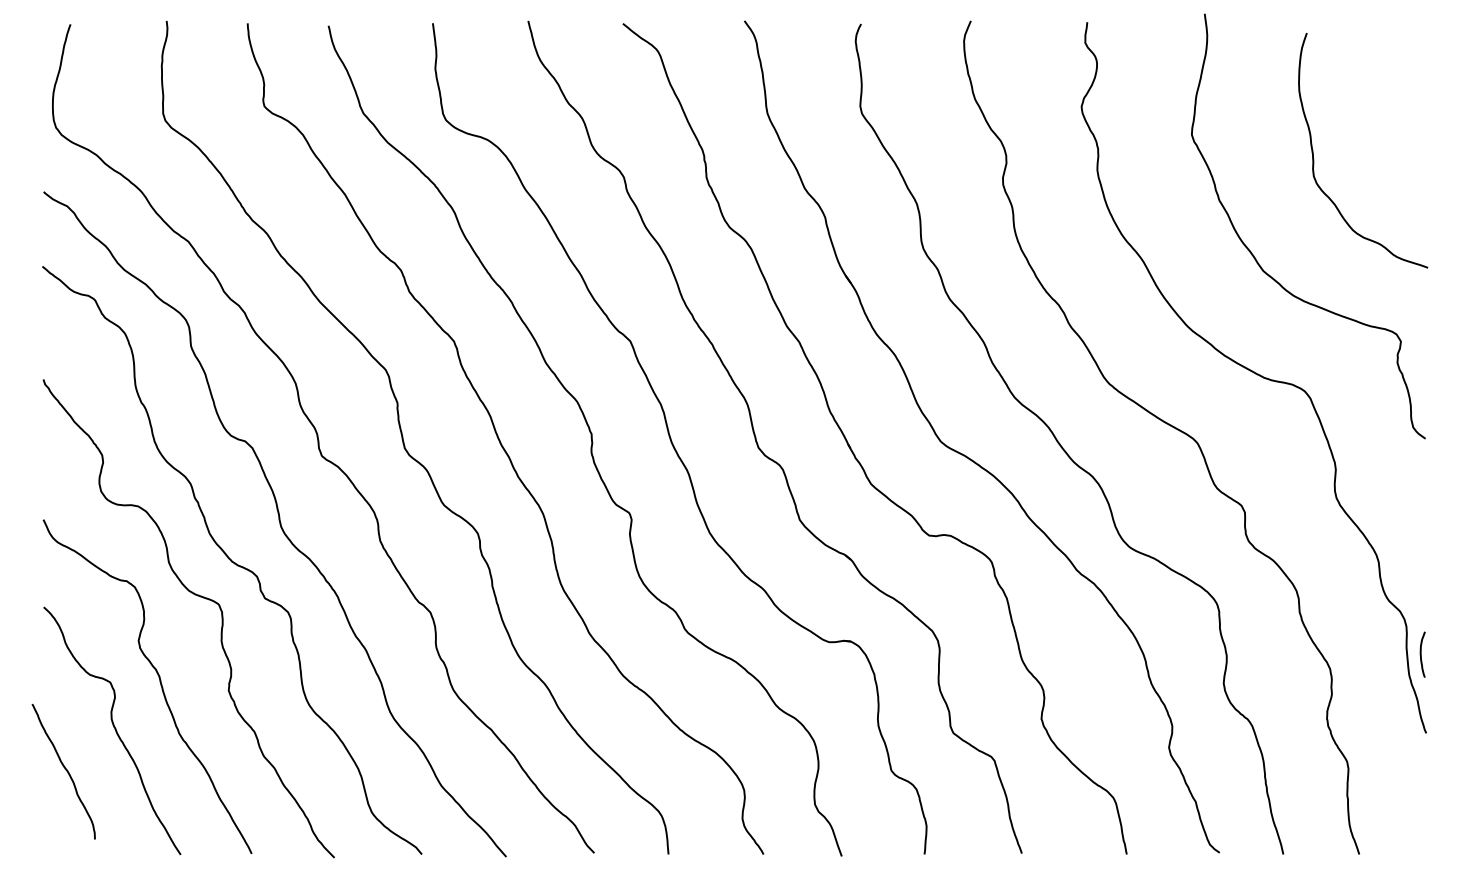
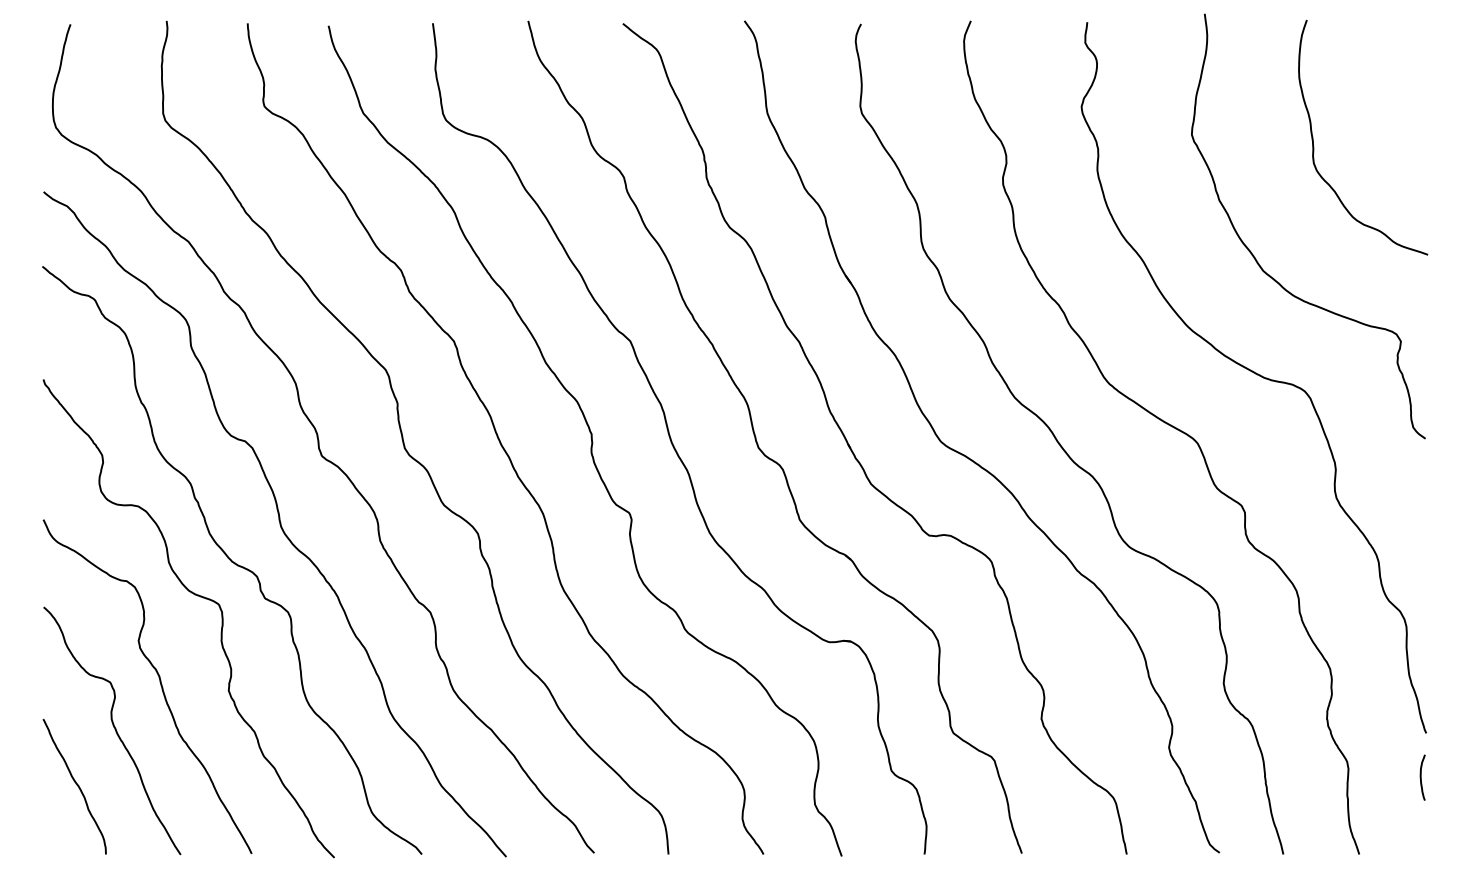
curve at (1314, 159) position: (1314, 159) -> (1314, 146)
curve at (1421, 654) position: (1421, 654) -> (1421, 777)
curve at (65, 770) position: (65, 770) -> (76, 785)
